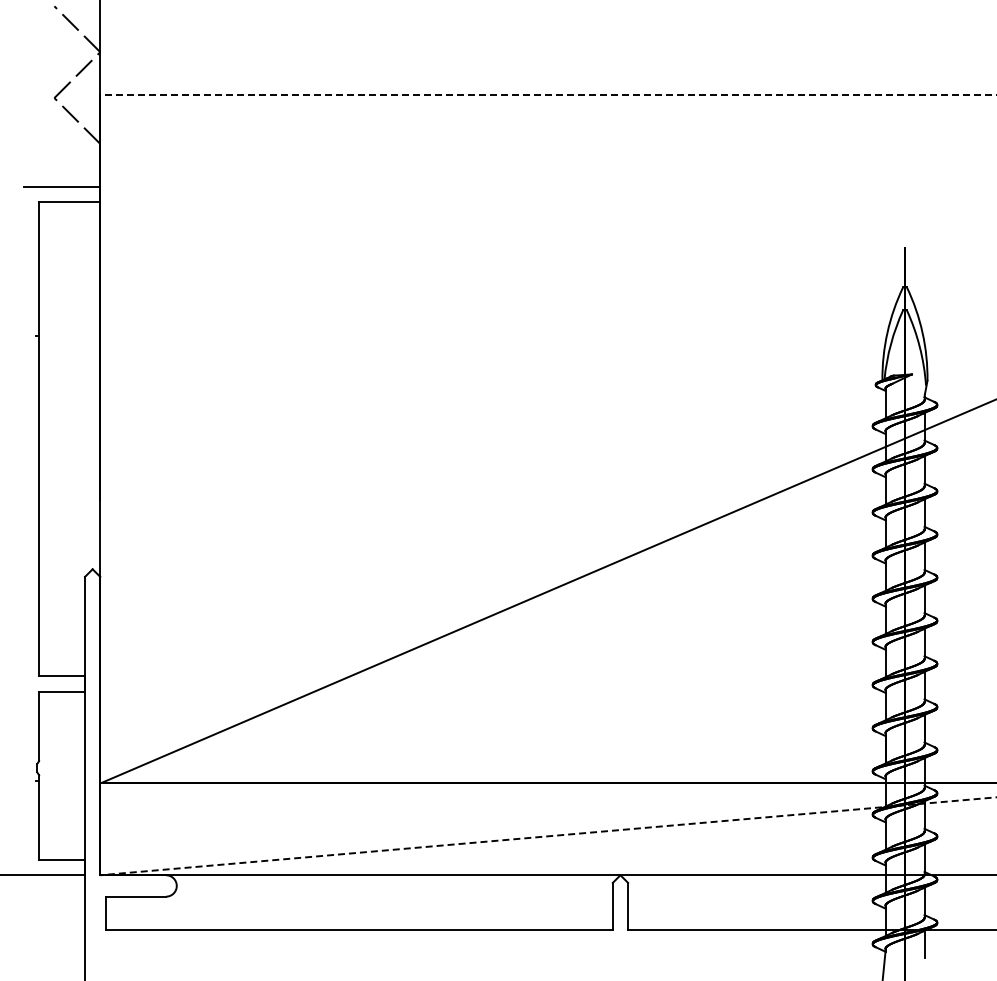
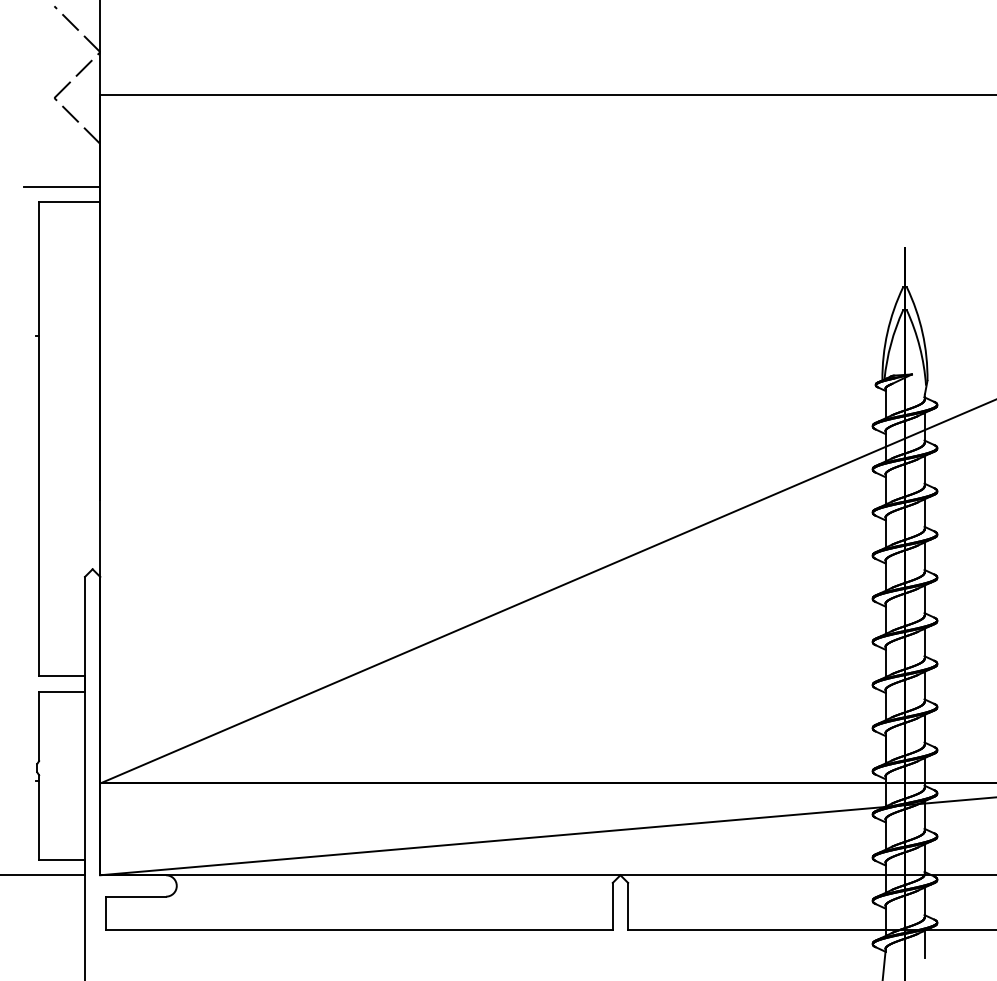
line at (548, 95): dashed -> solid
line at (548, 836): dashed -> solid
